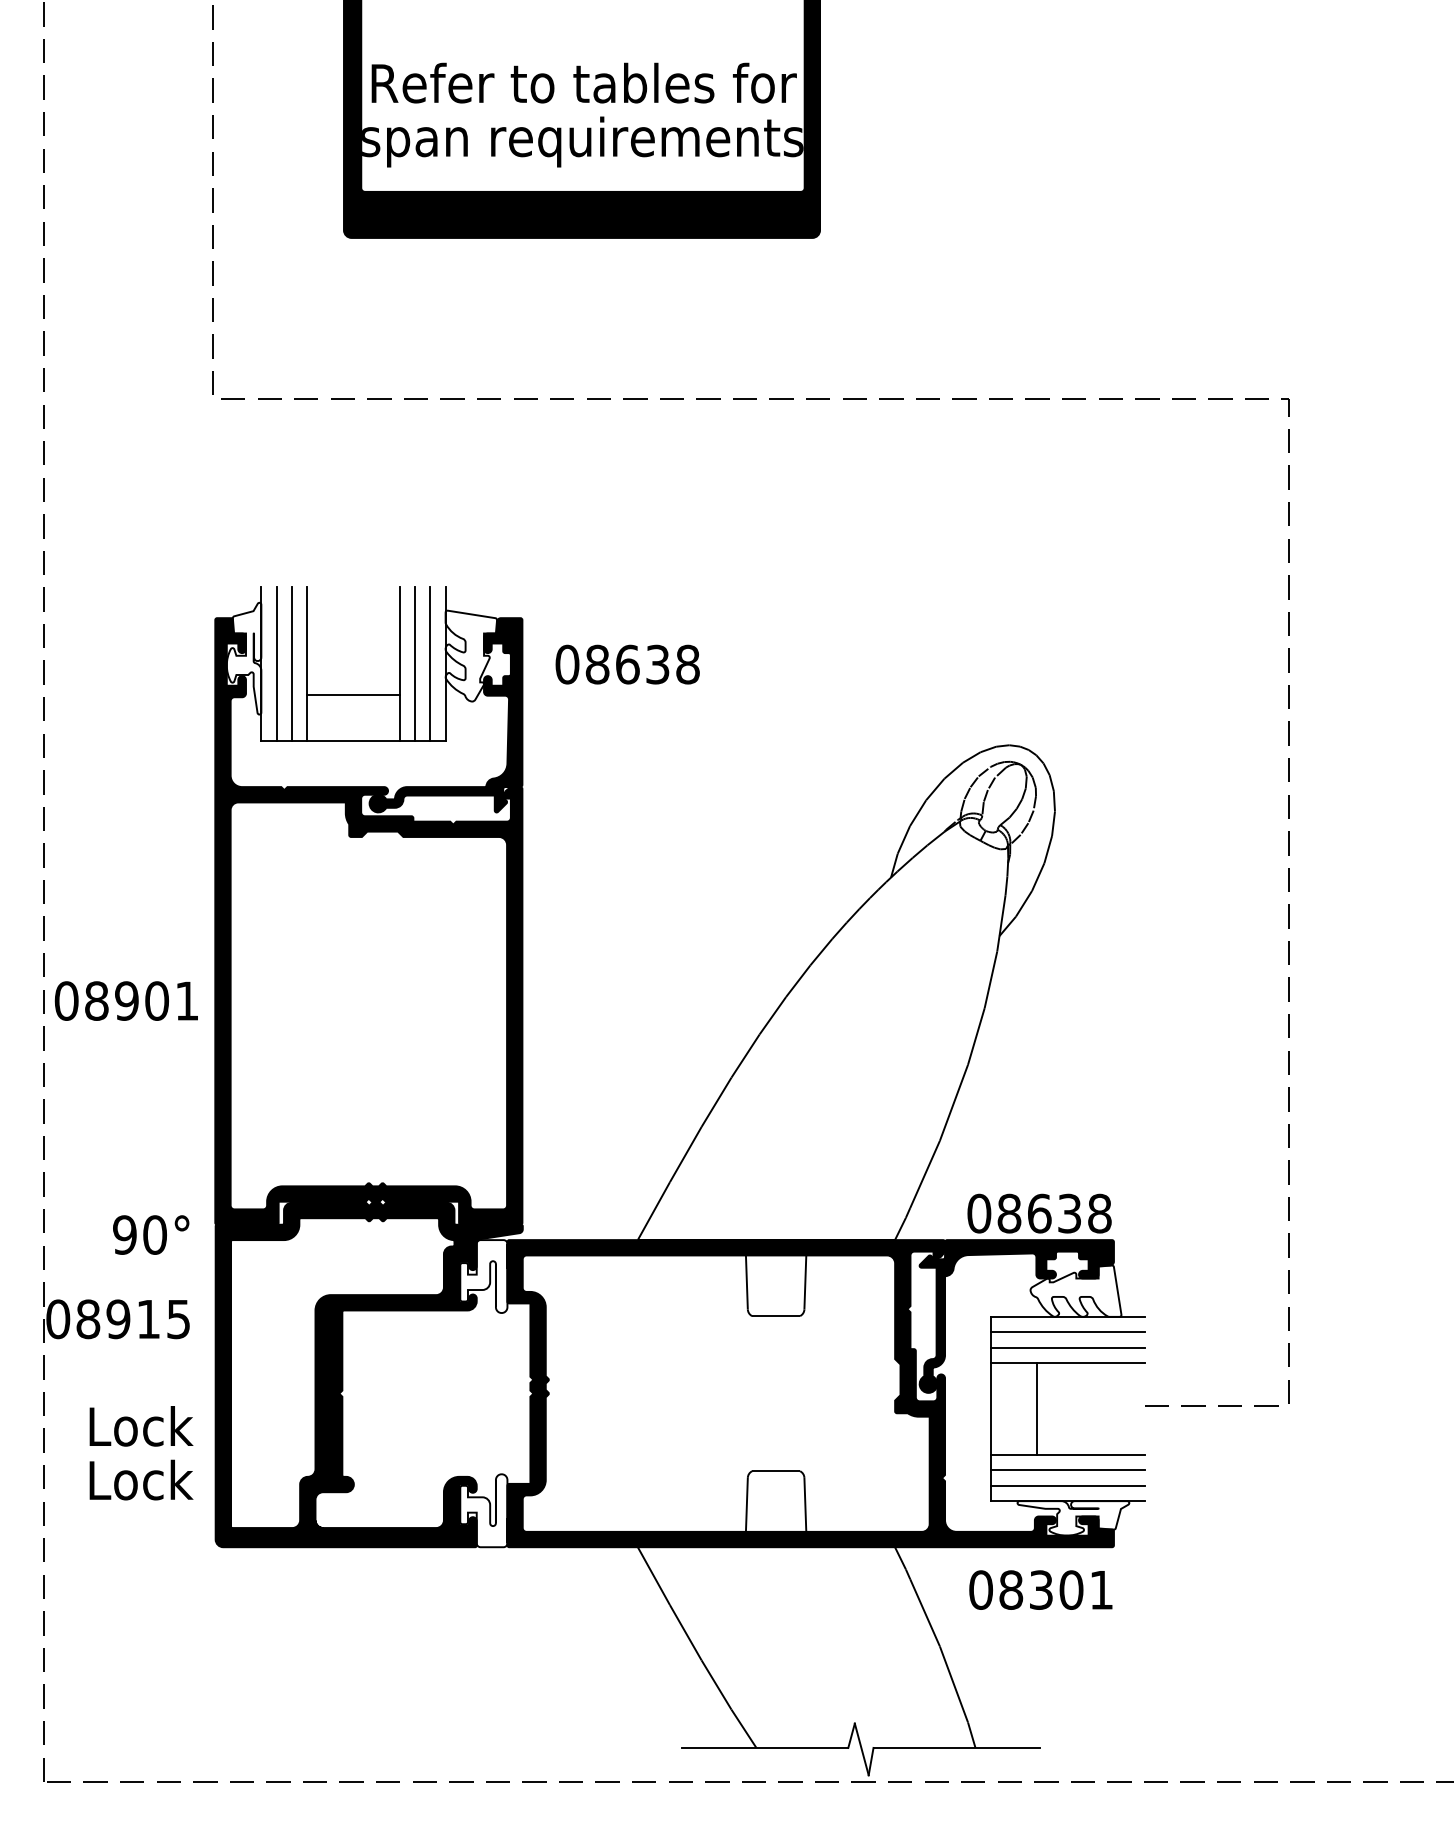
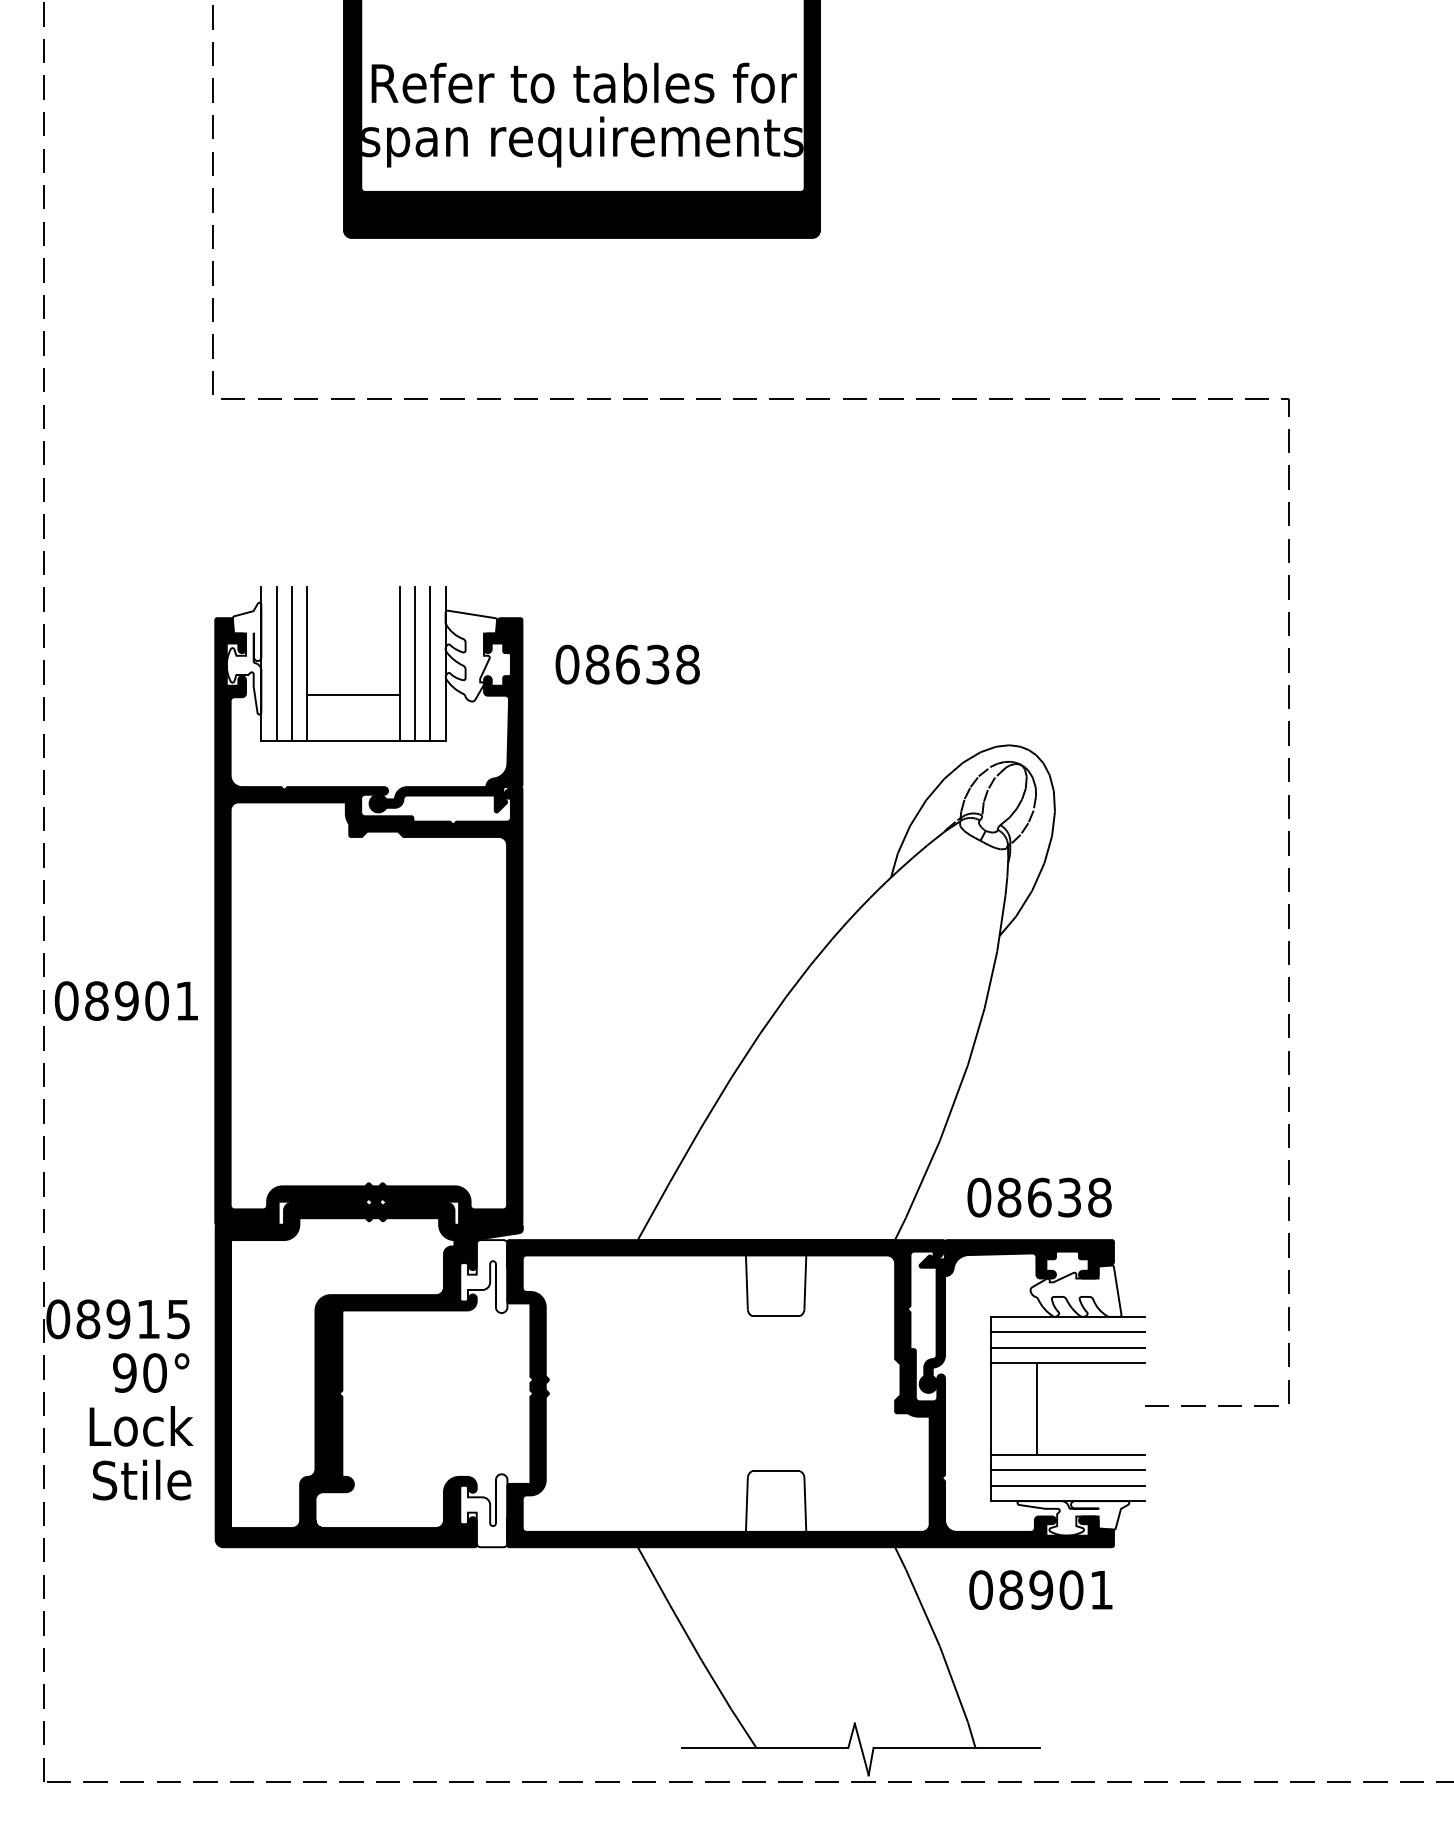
text at (1039, 1213) position: (1039, 1213) -> (1039, 1197)
text at (151, 1234) position: (151, 1234) -> (151, 1372)
text at (141, 1479): Lock -> Stile
text at (1041, 1589): 08301 -> 08901
